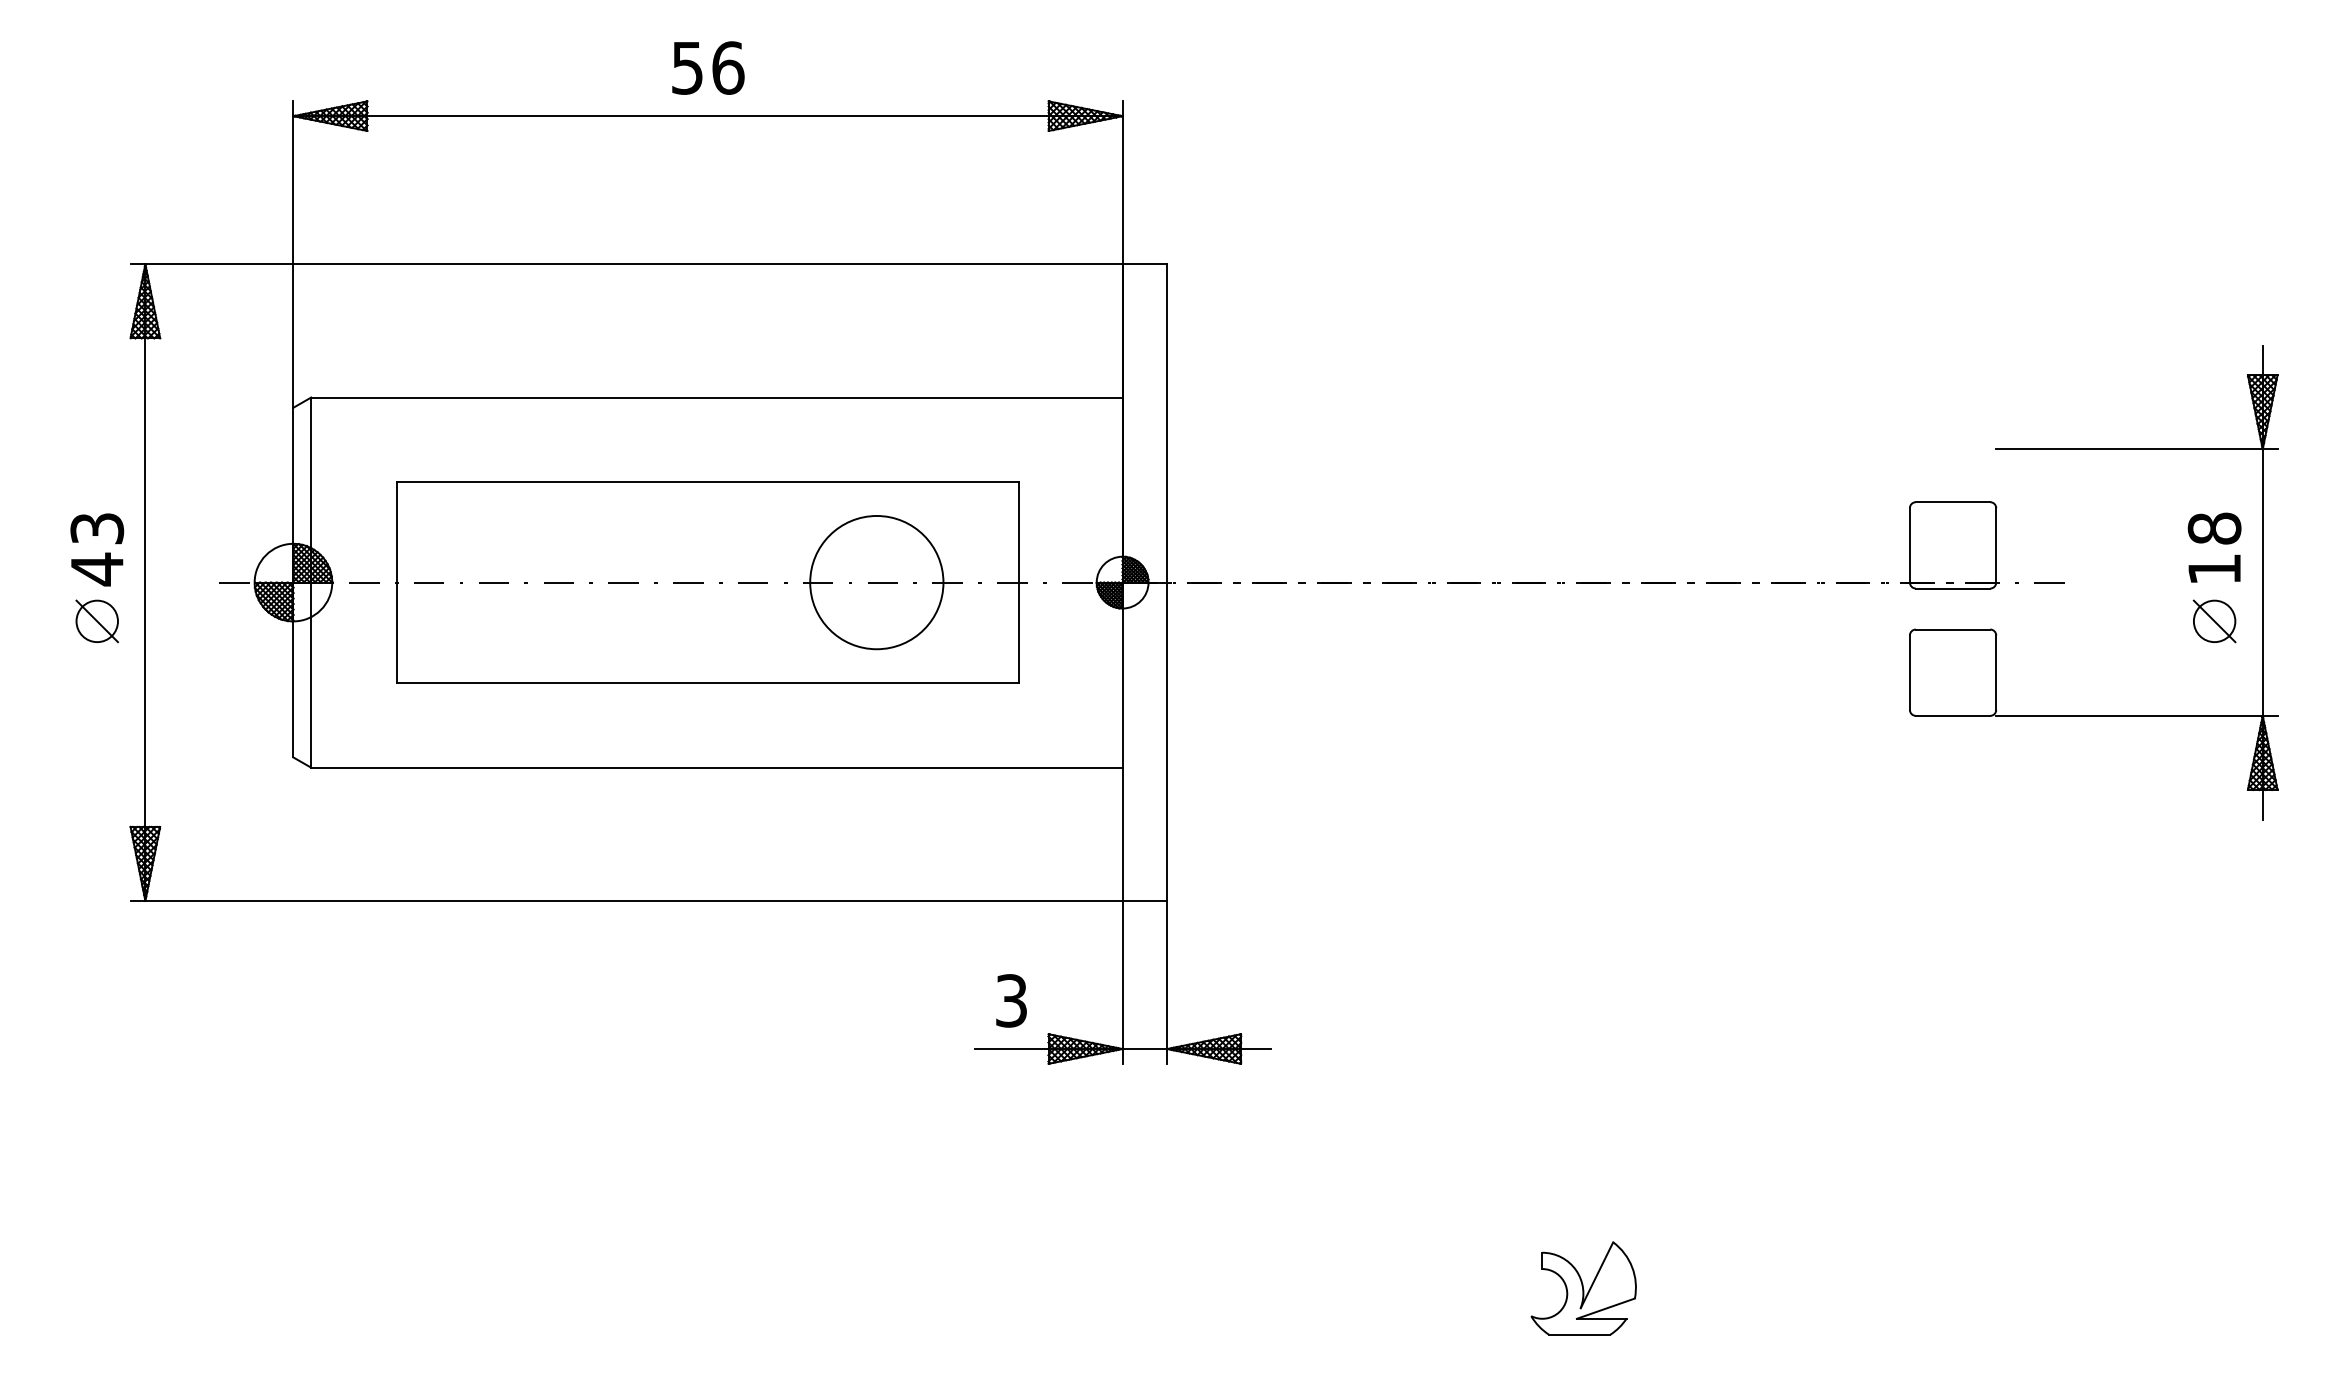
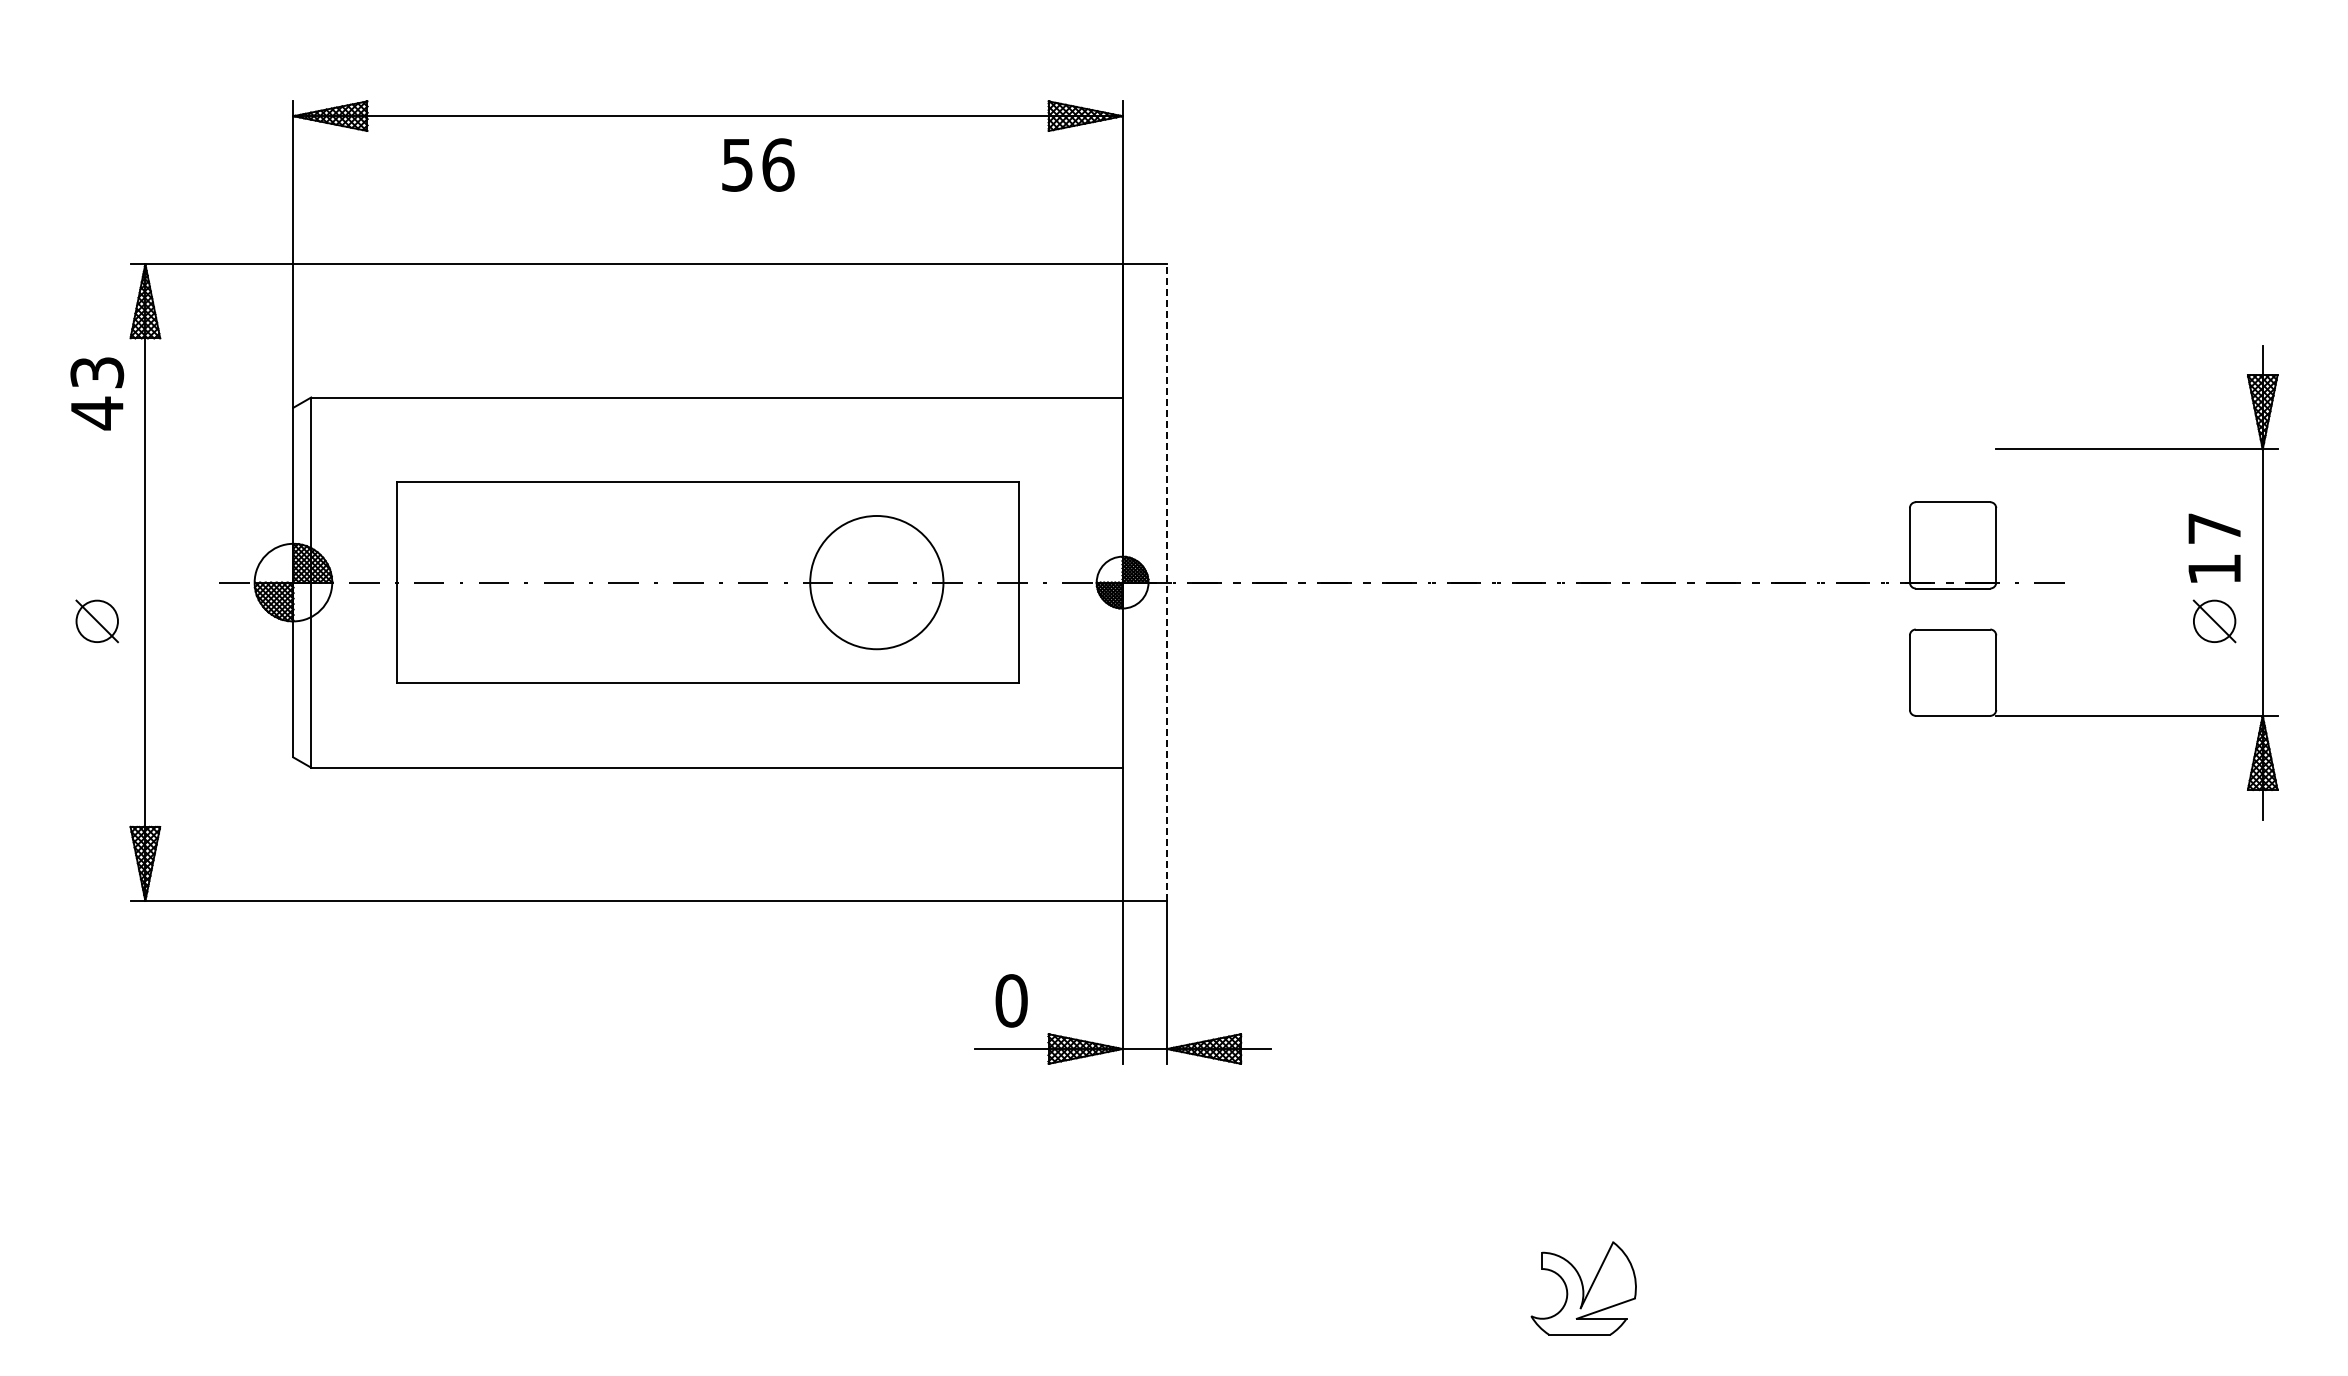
text at (708, 67) position: (708, 67) -> (758, 164)
text at (2214, 528): 18 -> 17
text at (97, 549) position: (97, 549) -> (97, 393)
line at (1167, 582): solid -> dashed
text at (1011, 1000): 3 -> 0
